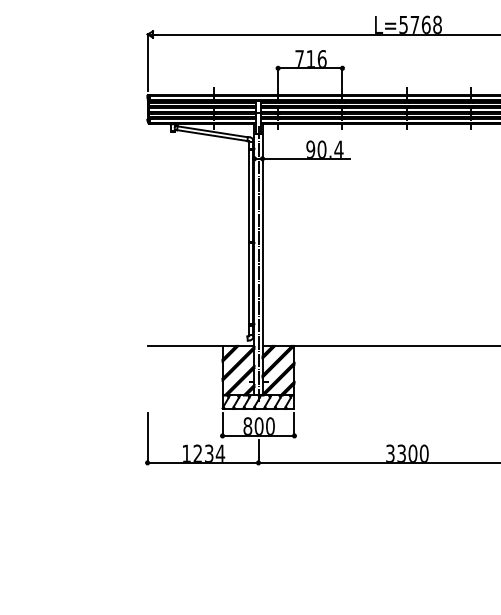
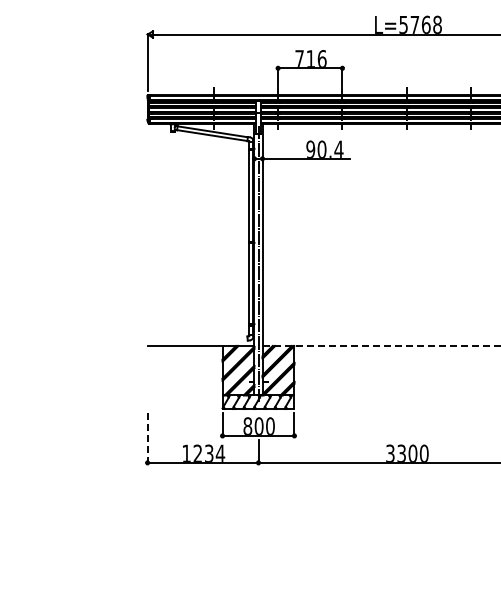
line at (381, 346): solid -> dashed
line at (147, 438): solid -> dashed
